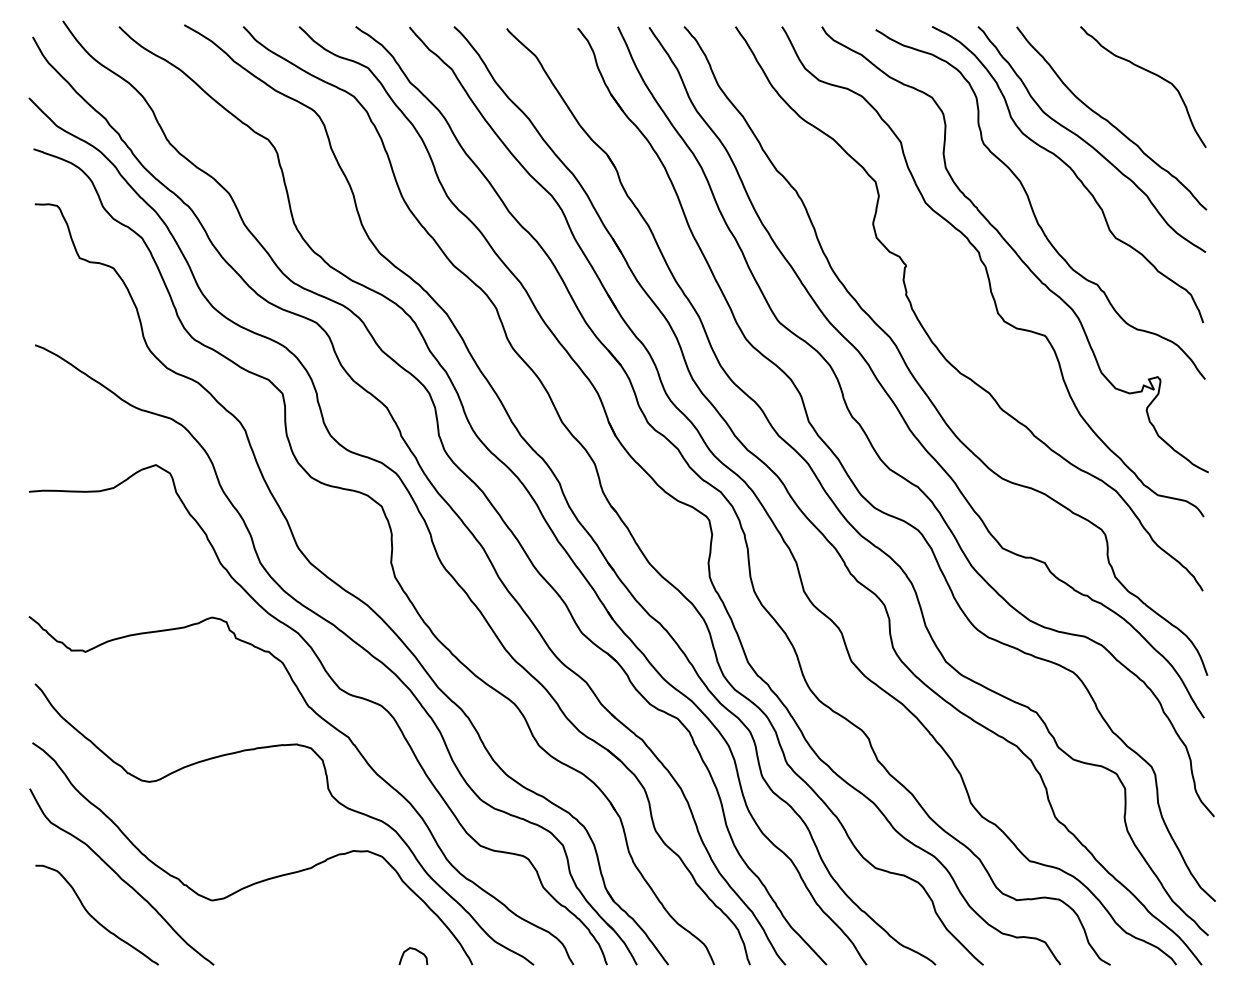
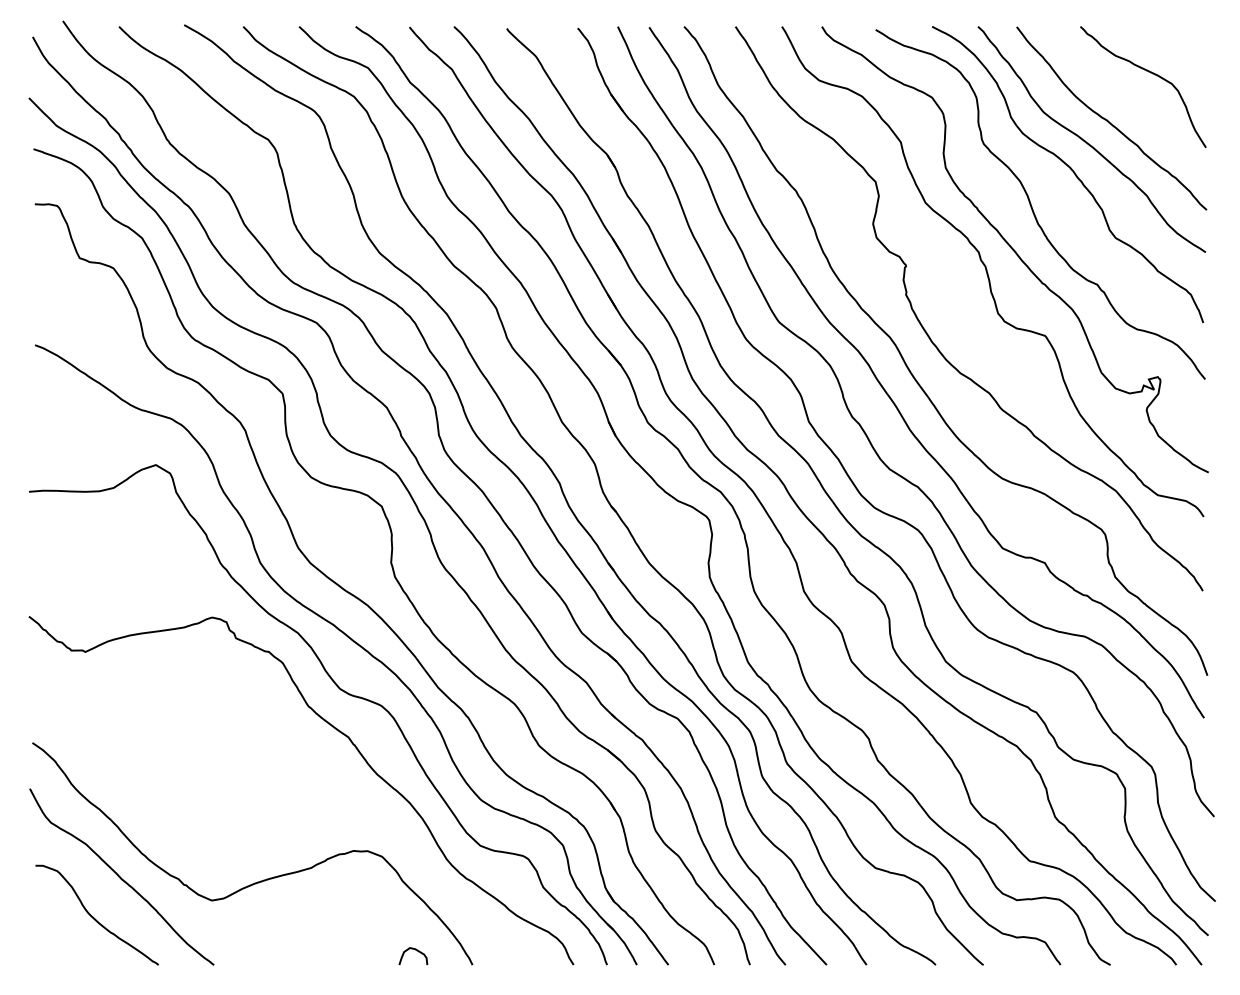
curve at (330, 795): present -> none
